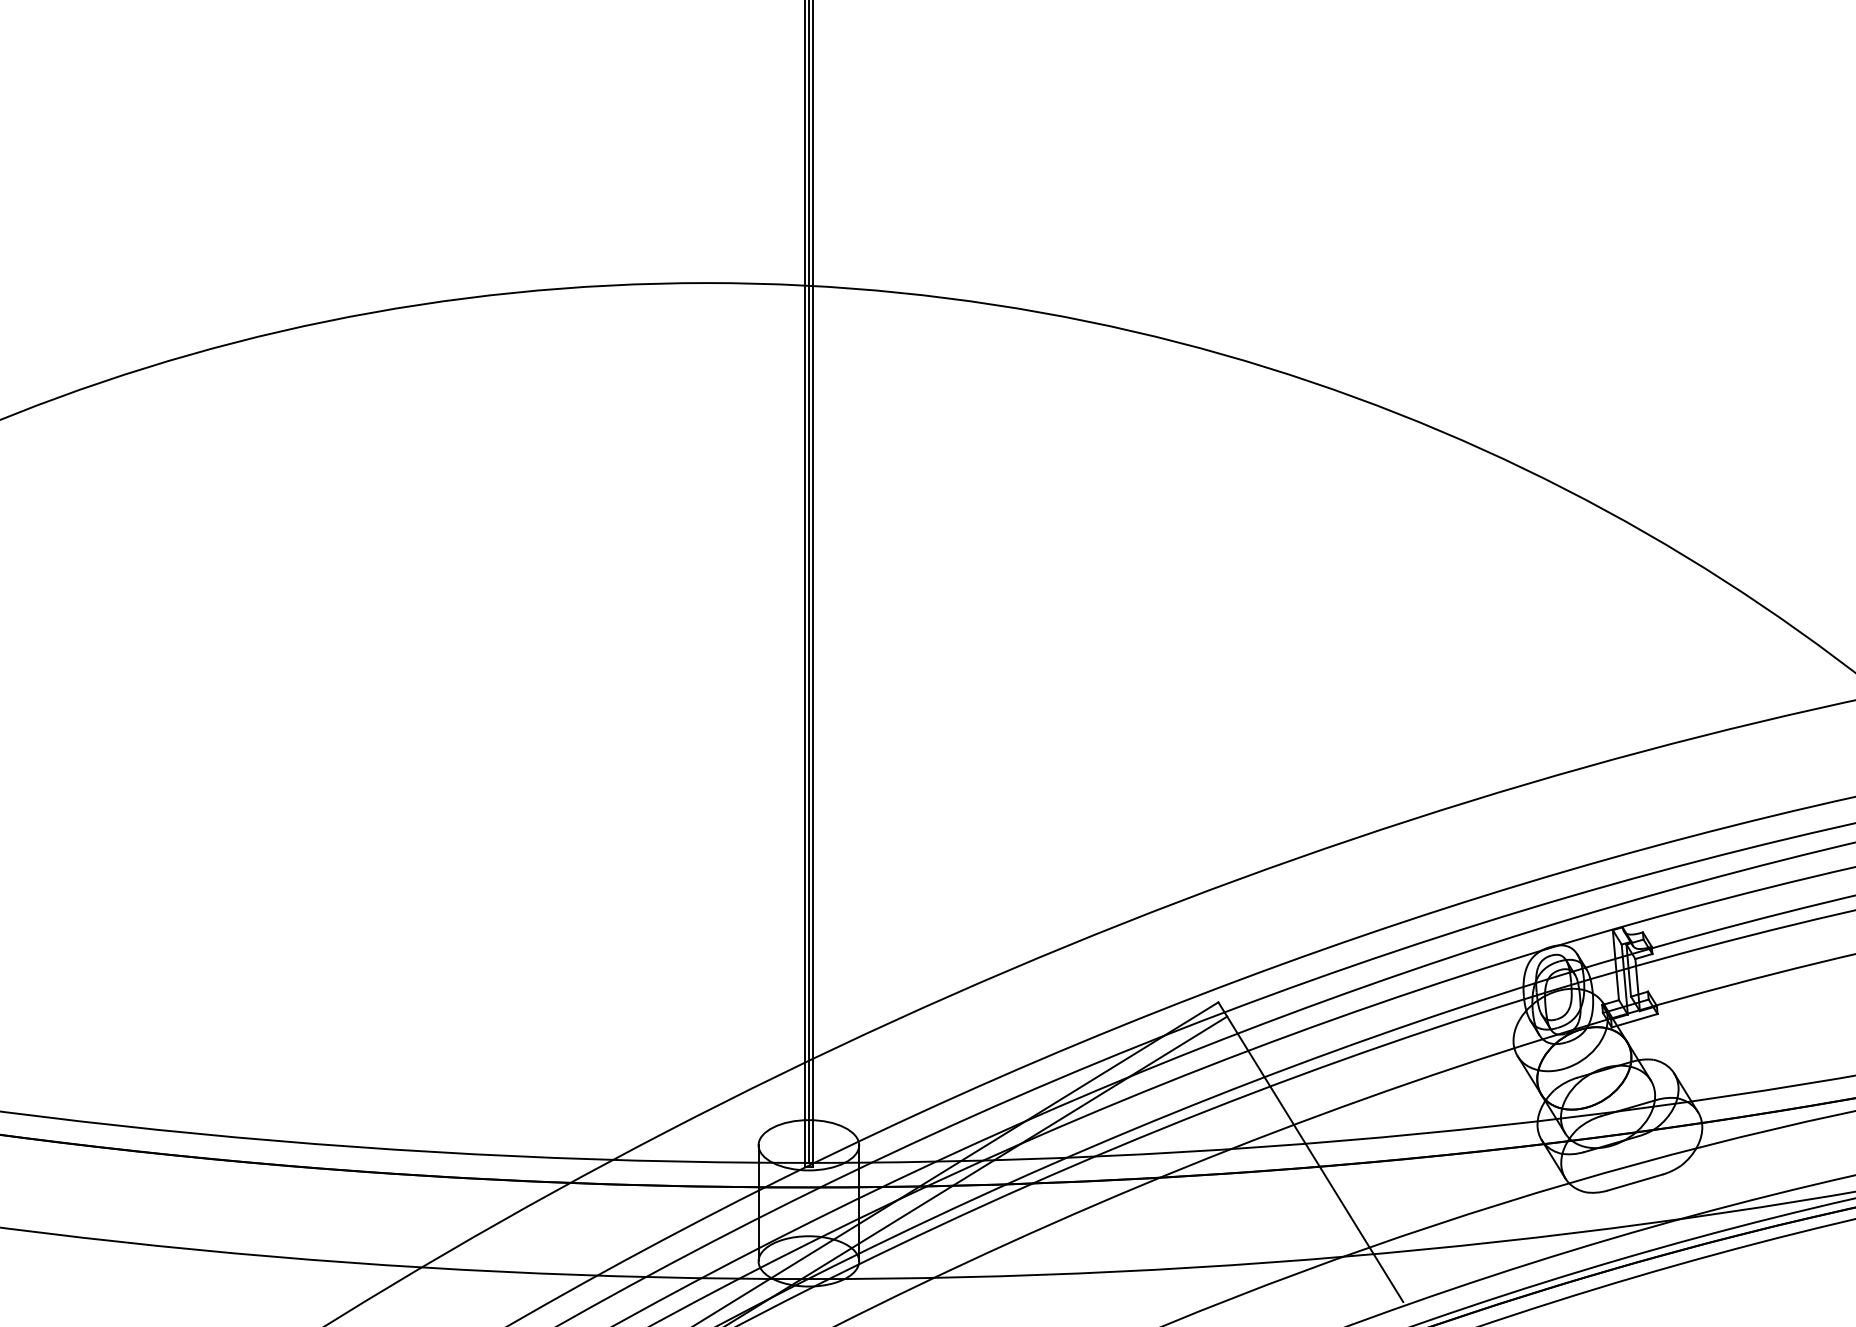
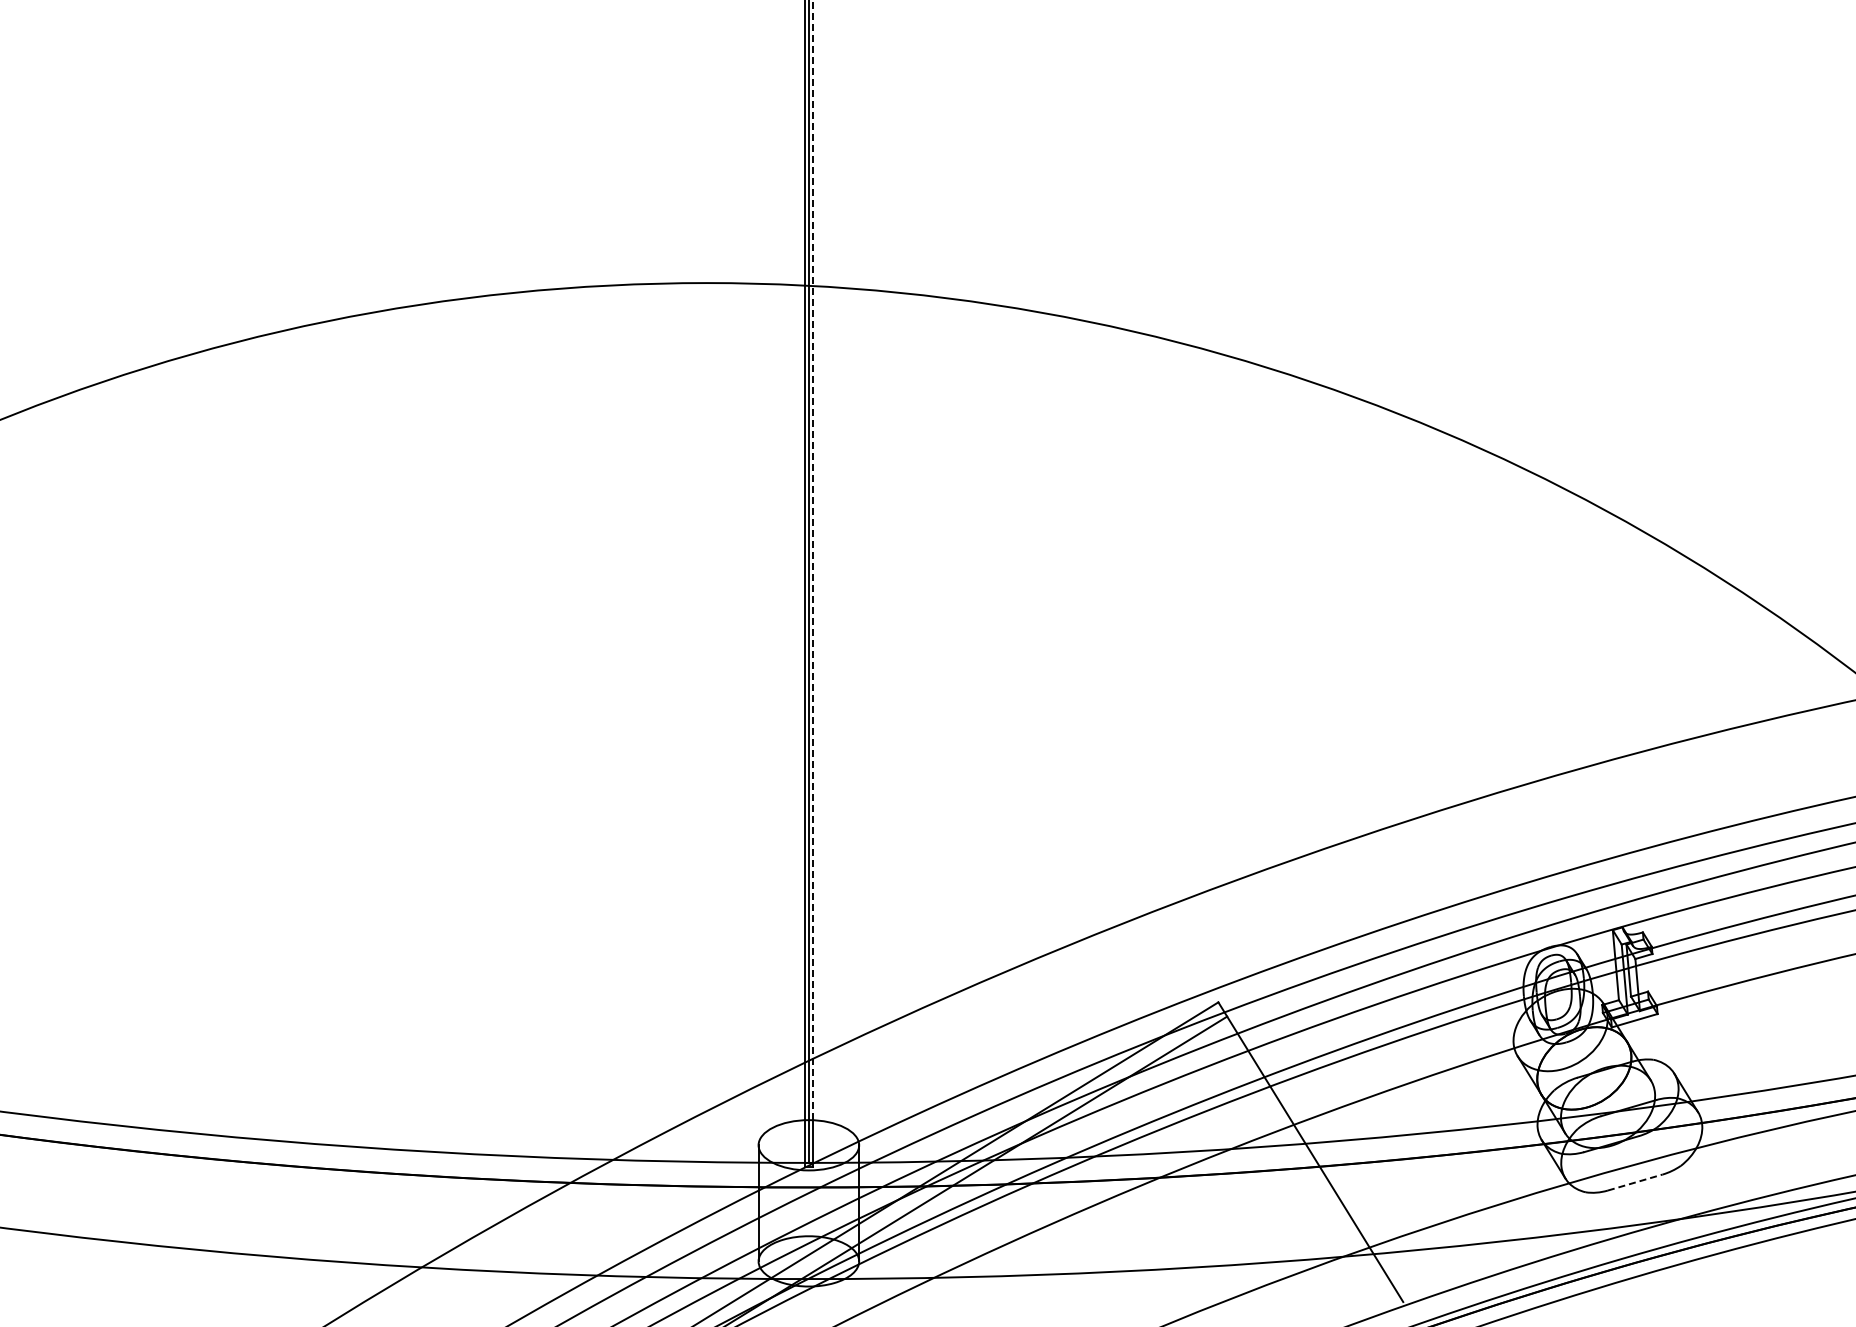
line at (813, 560): solid -> dashed
line at (1635, 1182): solid -> dashed
